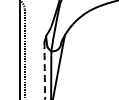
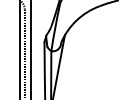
line at (31, 49): none -> present
arc at (44, 71): dashed -> solid
